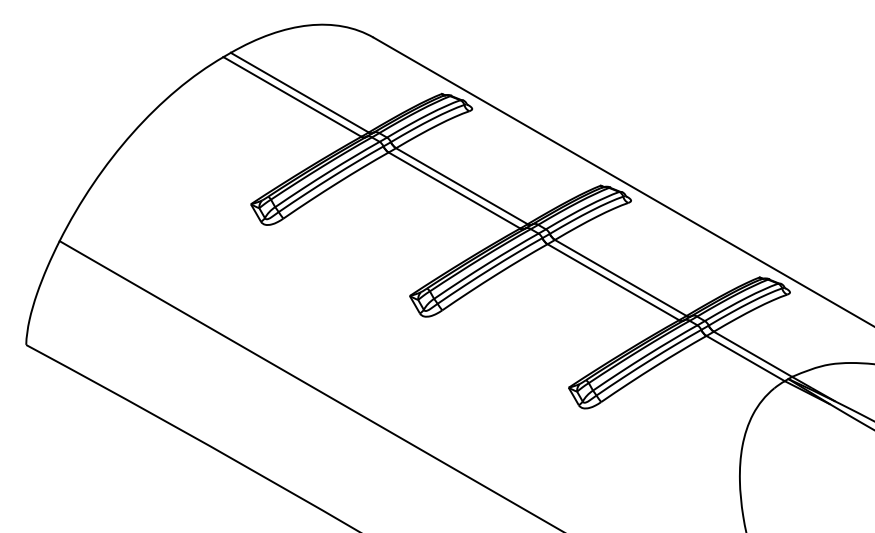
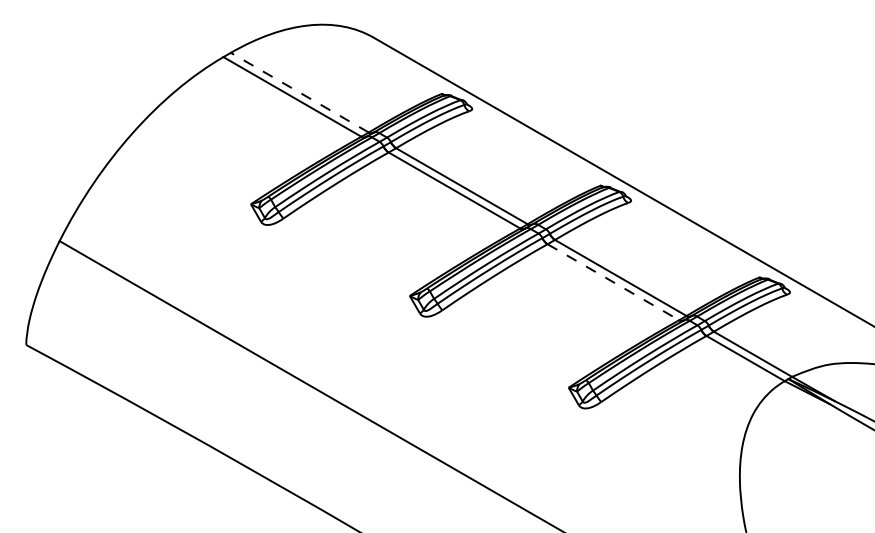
line at (299, 92): solid -> dashed
line at (613, 282): solid -> dashed
